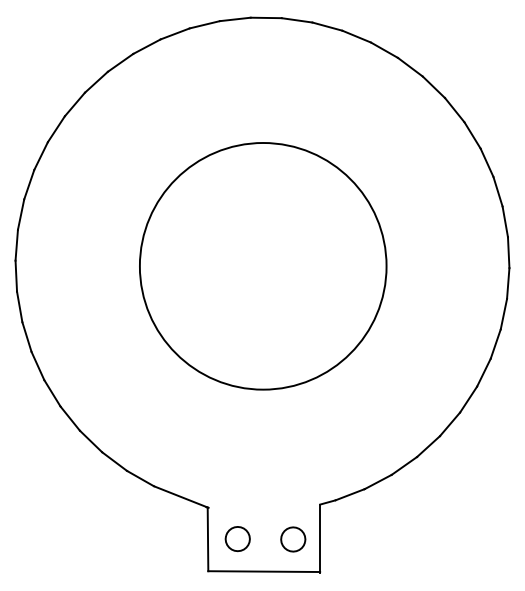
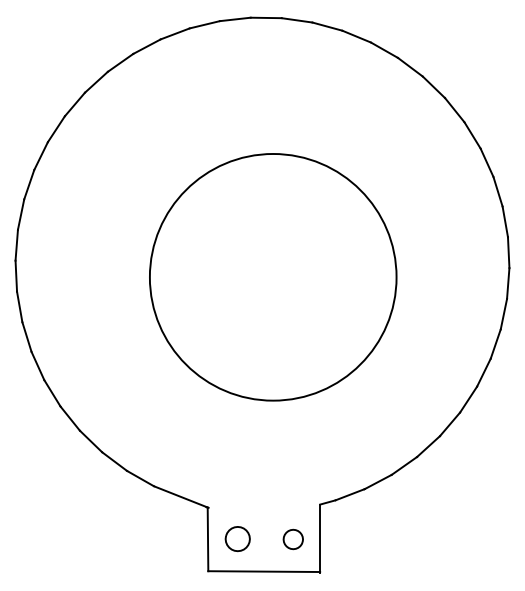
circle at (263, 266) position: (263, 266) -> (273, 277)
part at (293, 539) size: 27x27 px -> 22x23 px
